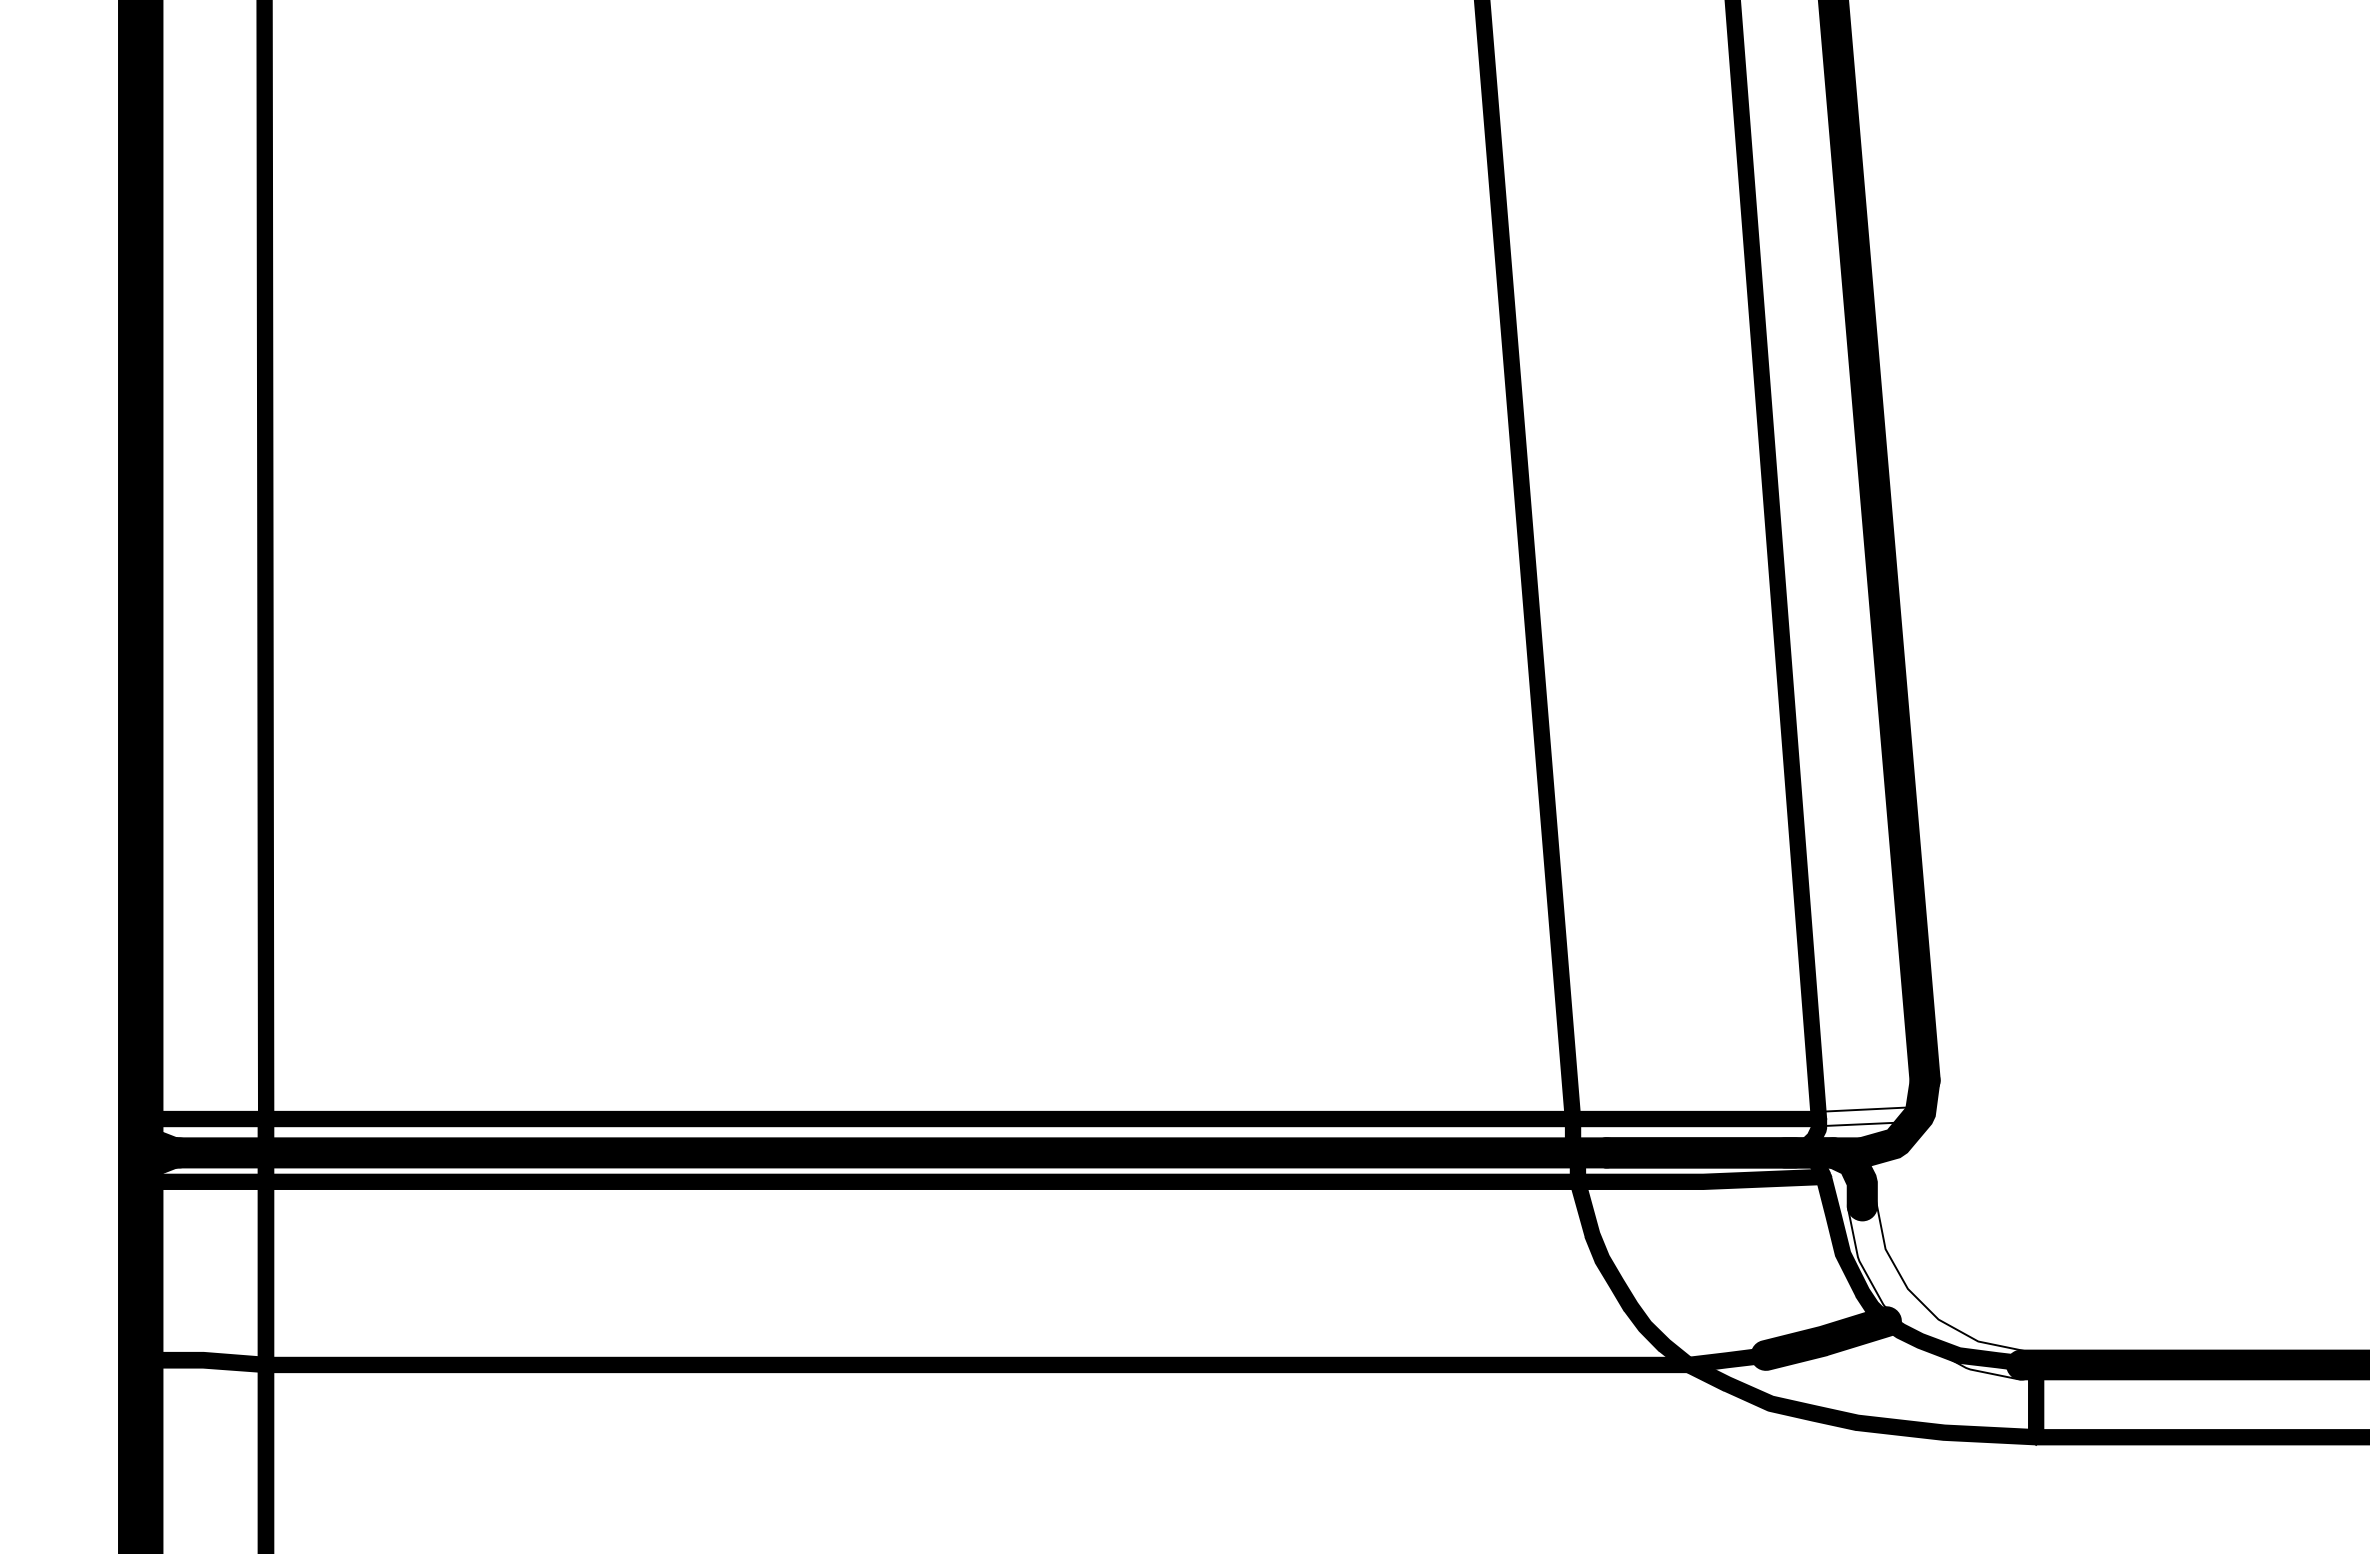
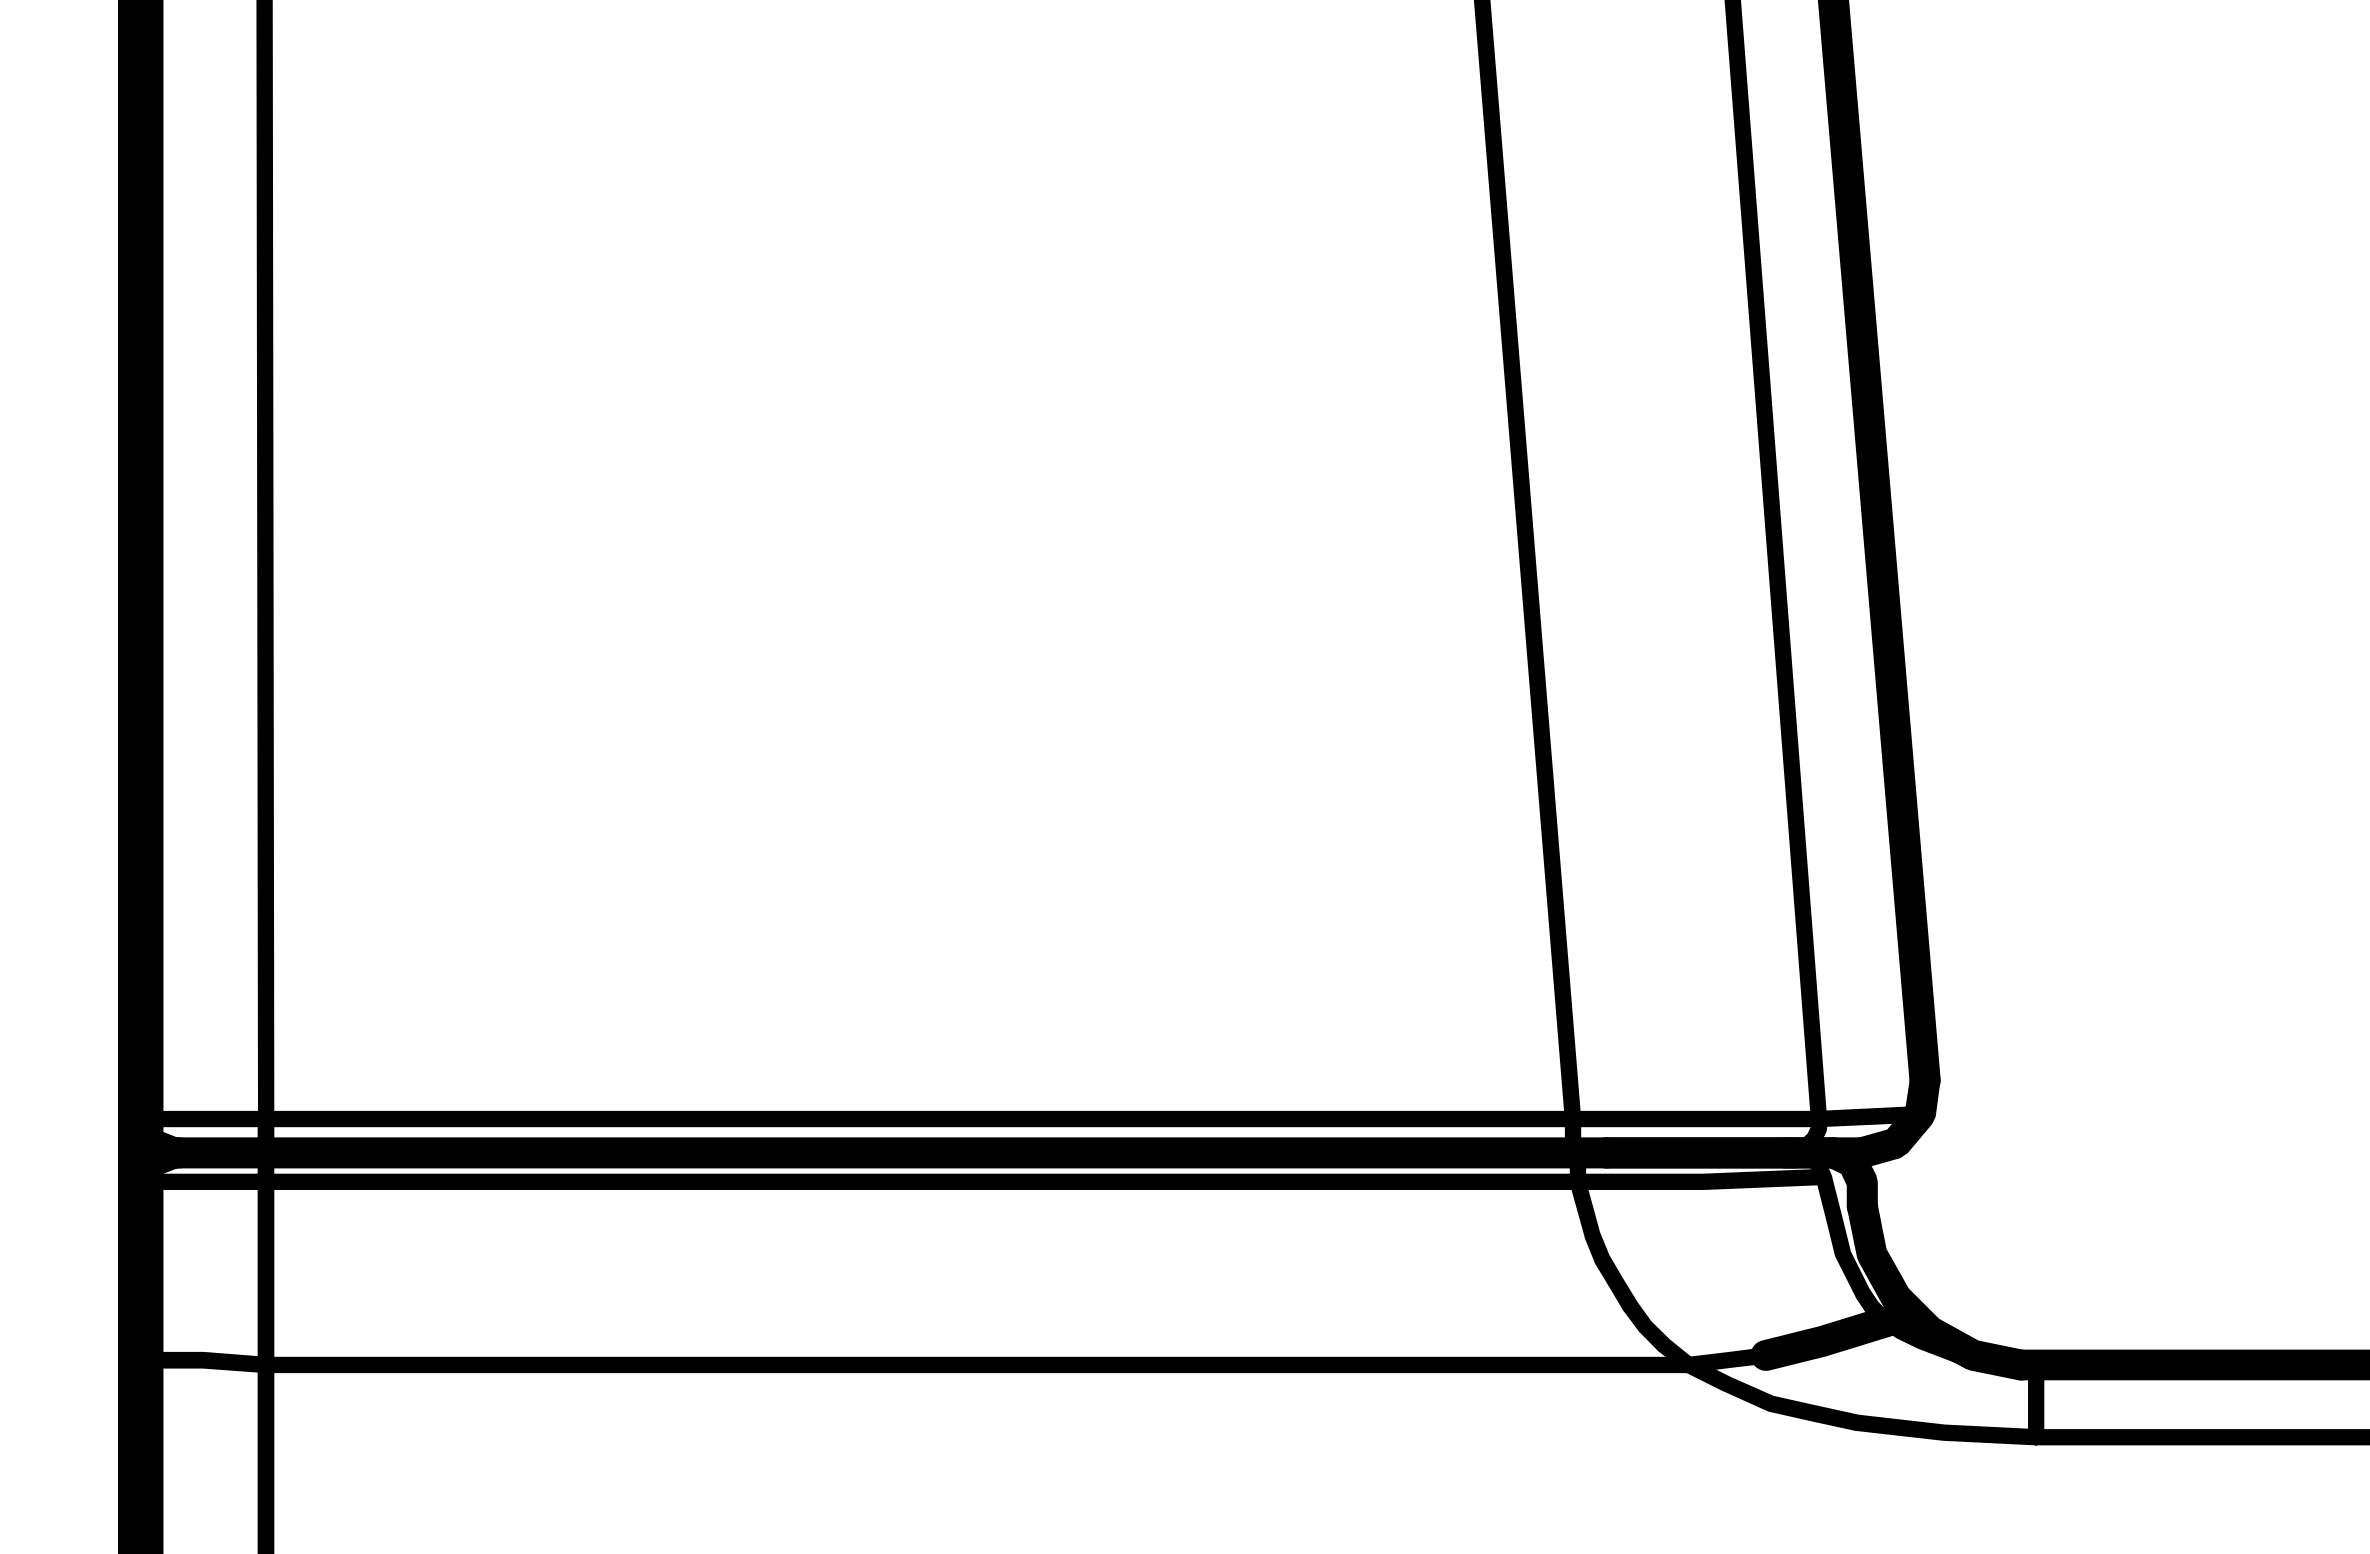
fill at (1869, 1116): none -> present
fill at (1941, 1285): none -> present
